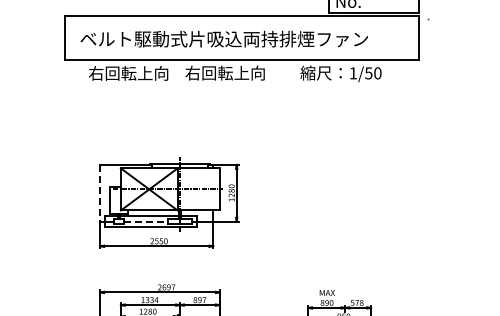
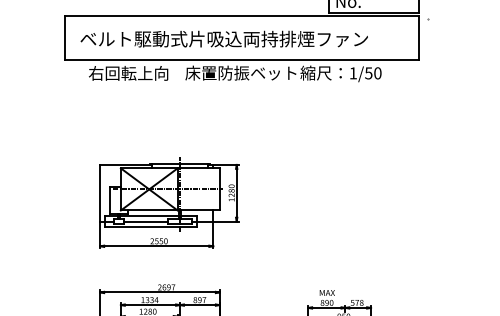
text at (240, 72): 右回転上向 -> 床置防振ベット
line at (100, 193): dashed -> solid
line at (146, 221): dashed -> solid
